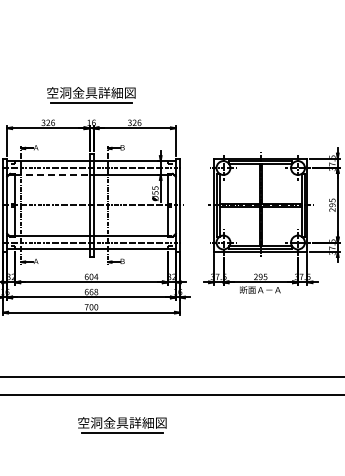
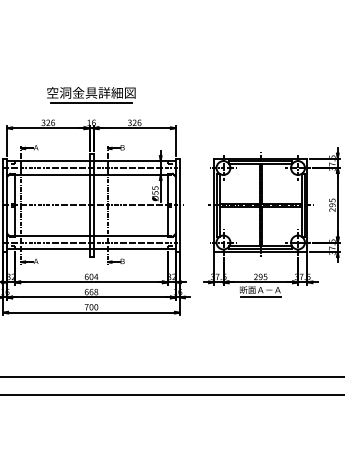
line at (52, 174): dashed -> solid
line at (260, 297): none -> present
part at (122, 425): present -> none
